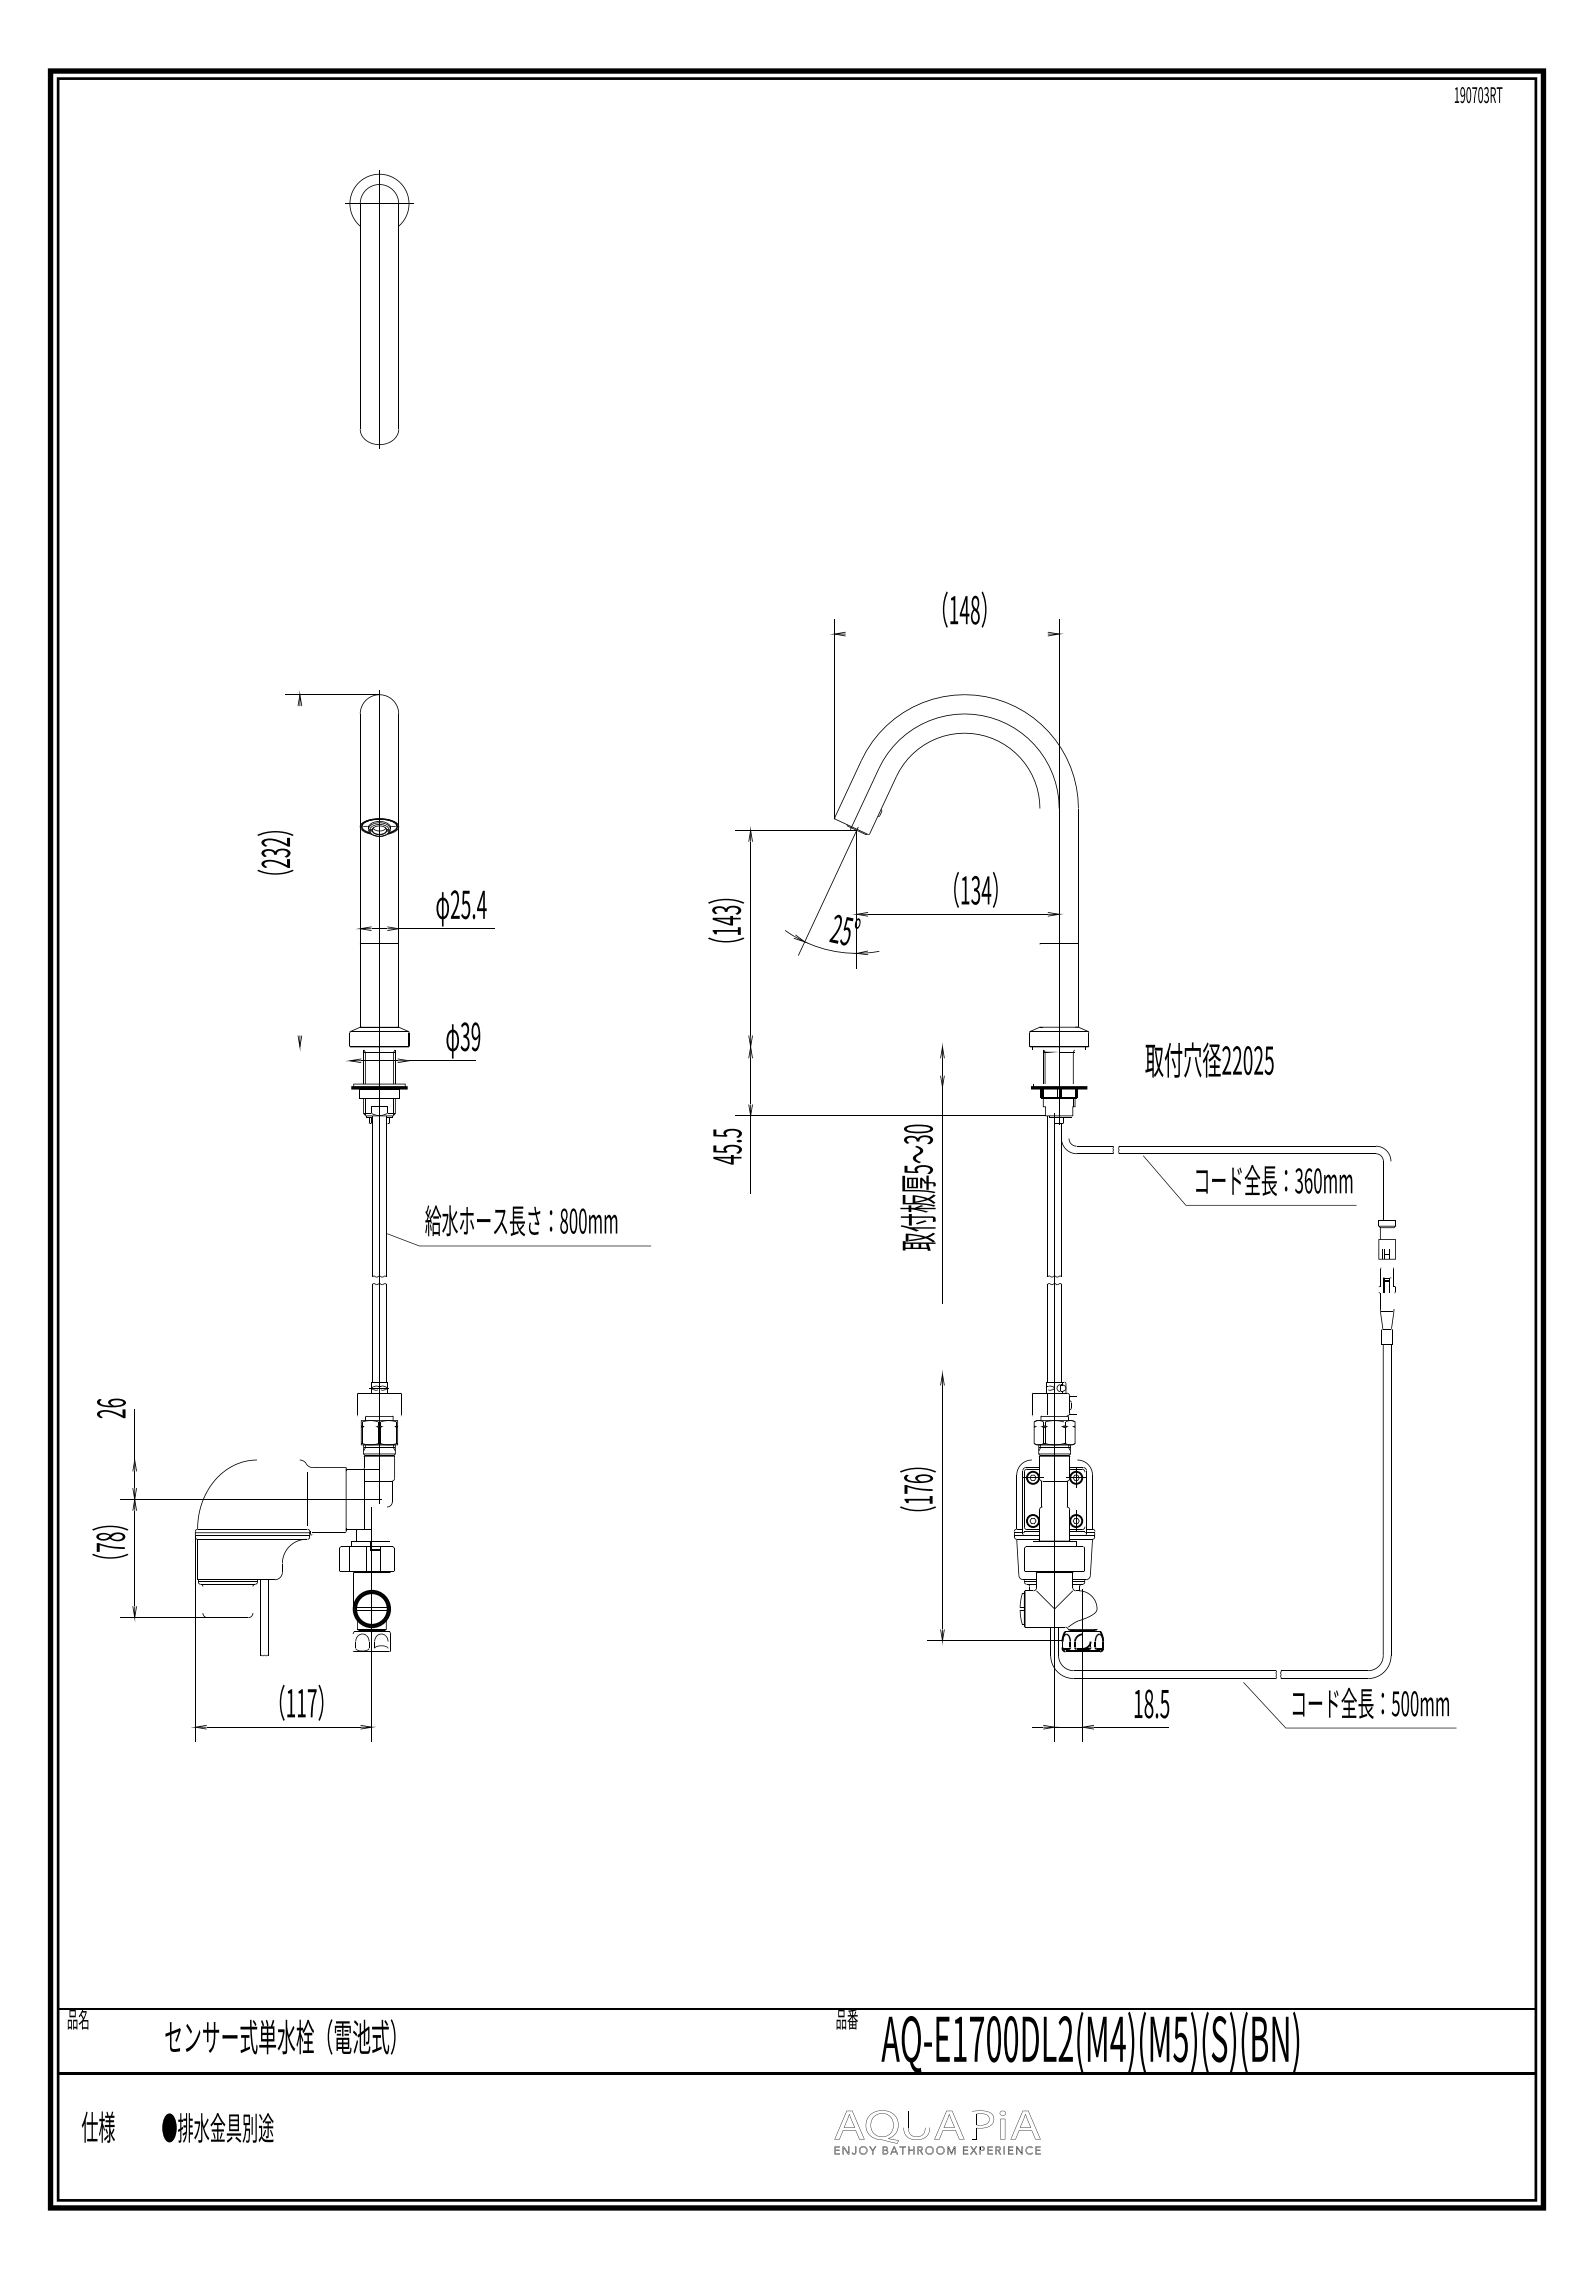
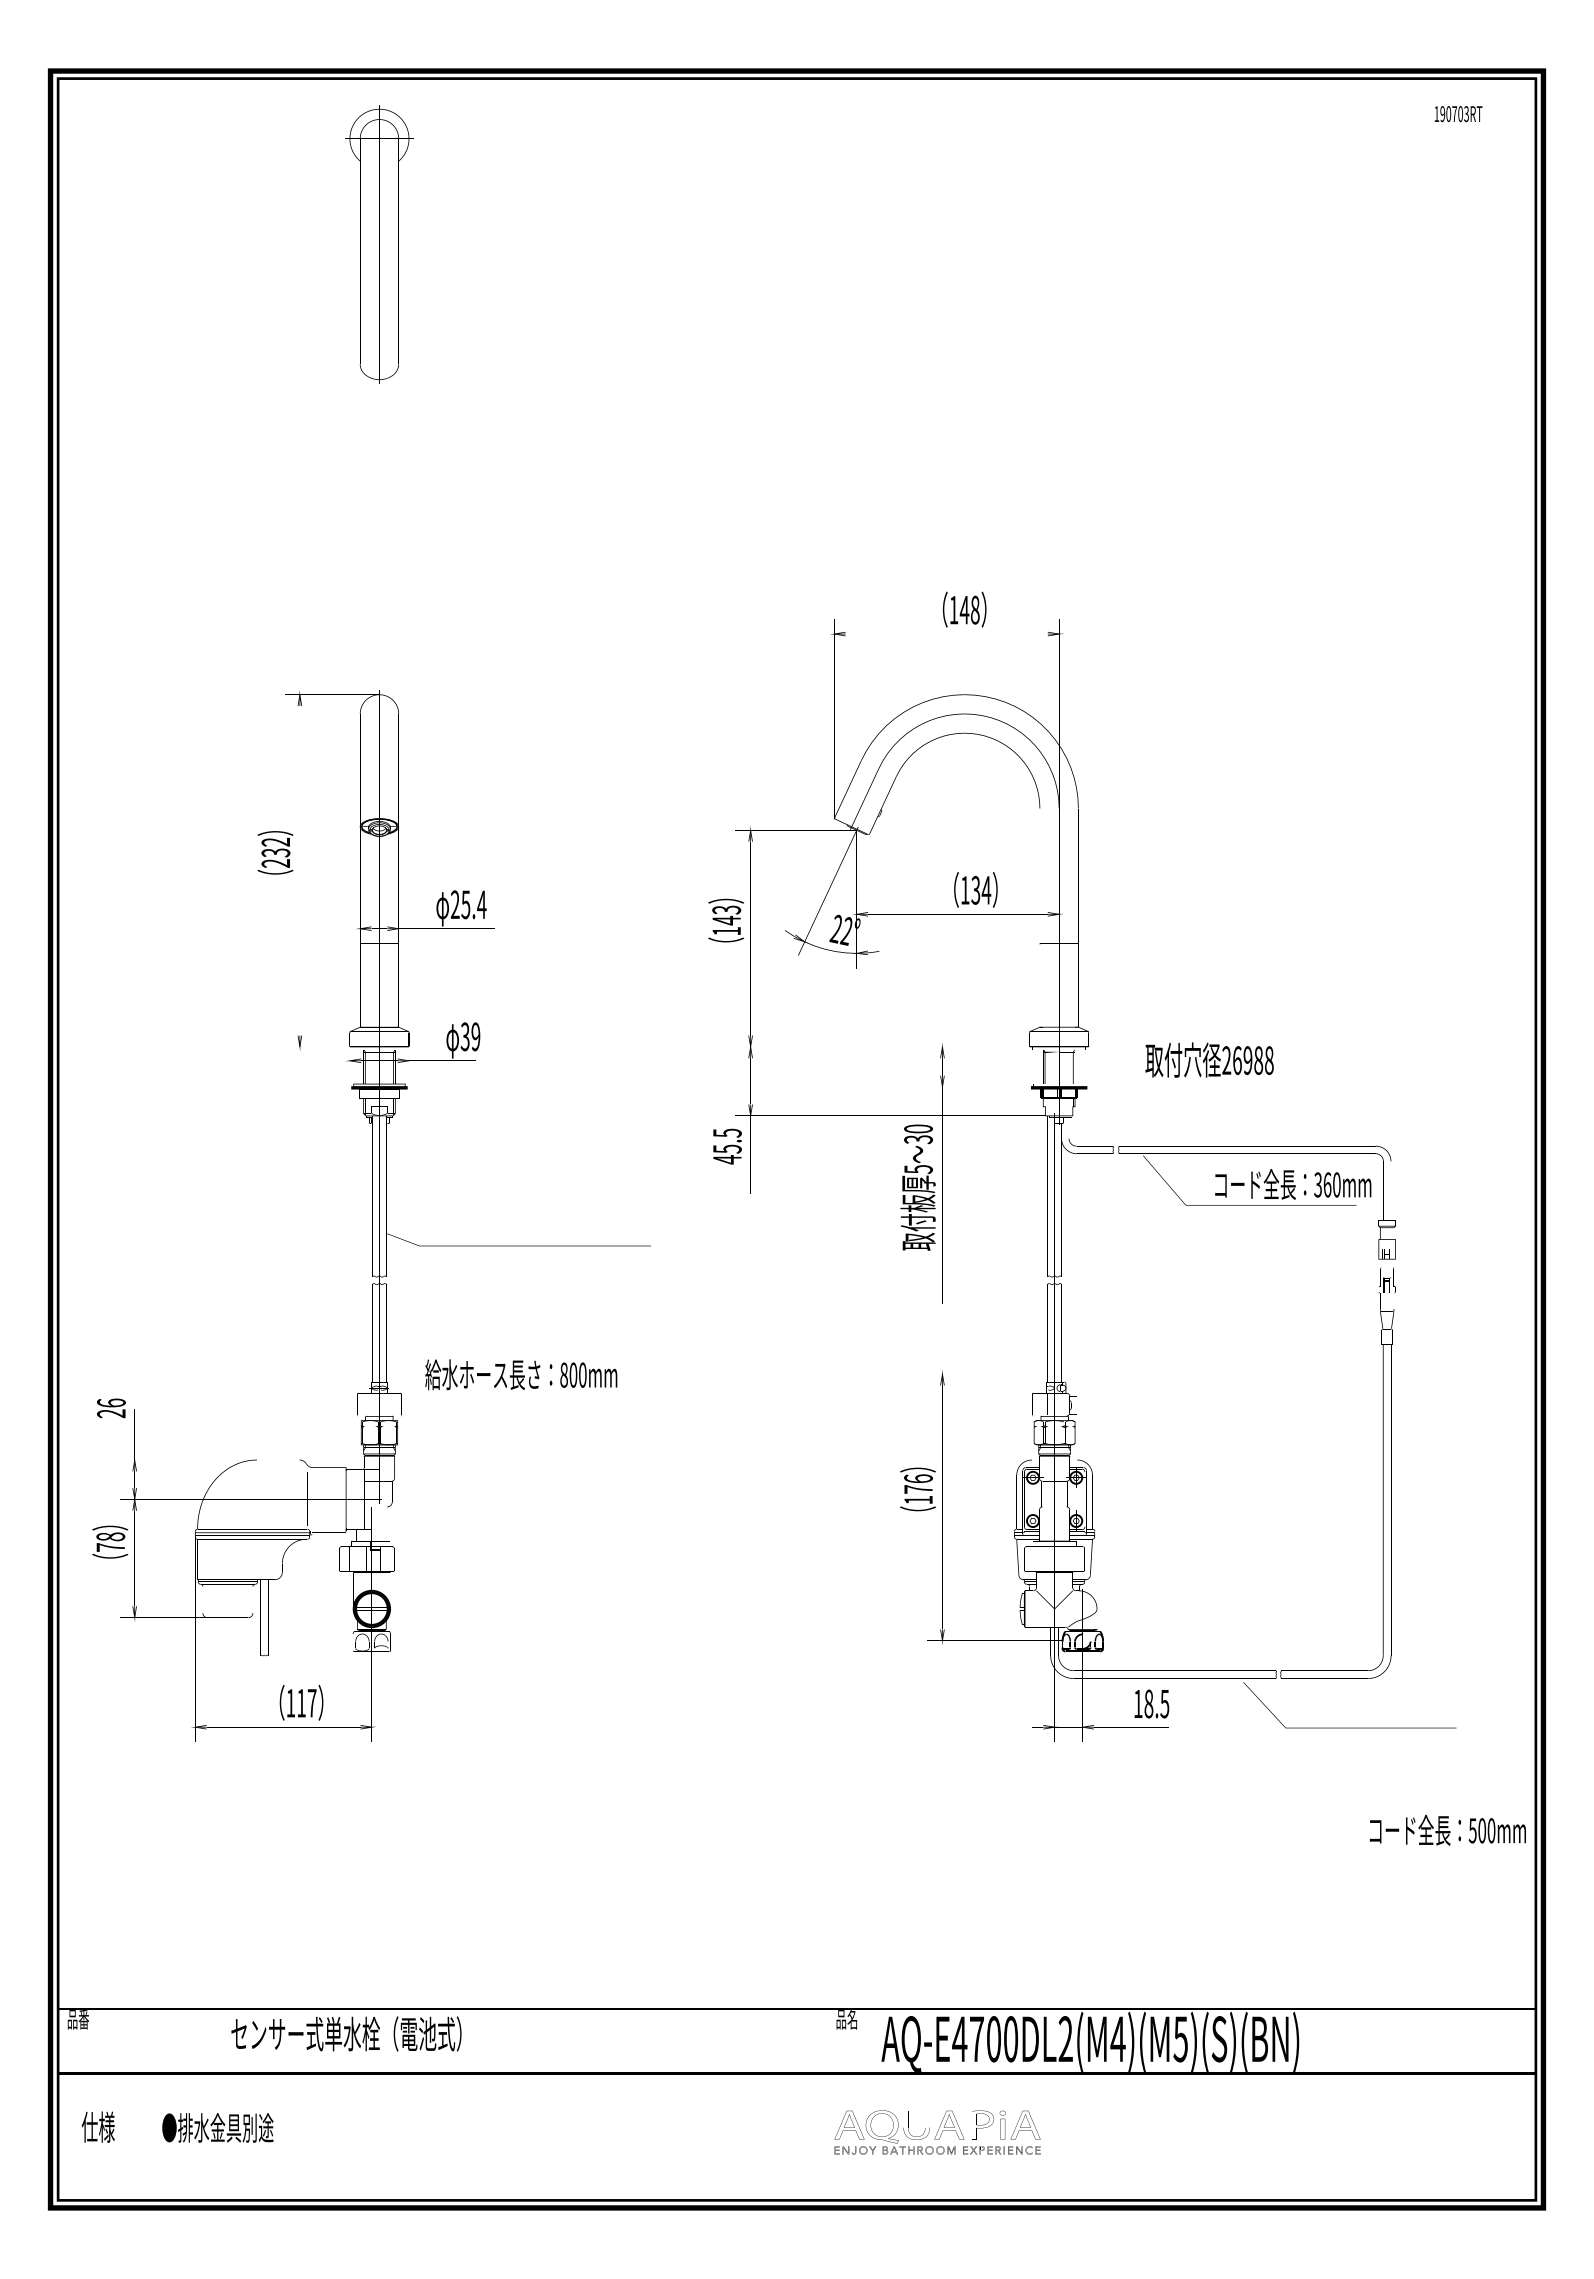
text at (1478, 95) position: (1478, 95) -> (1458, 114)
part at (379, 309) position: (379, 309) -> (379, 244)
text at (846, 931): 25° -> 22°
text at (1253, 1060): 22025 -> 26988
text at (1274, 1180) position: (1274, 1180) -> (1293, 1184)
text at (521, 1220) position: (521, 1220) -> (521, 1374)
text at (1370, 1702) position: (1370, 1702) -> (1447, 1829)
text at (83, 2019): 品名 -> 品番
text at (852, 2019): 品番 -> 品名
text at (280, 2036) position: (280, 2036) -> (346, 2033)
text at (959, 2038): AQ-E1700DL2(M4)(M5)(S)(BN) -> AQ-E4700DL2(M4)(M5)(S)(BN)
